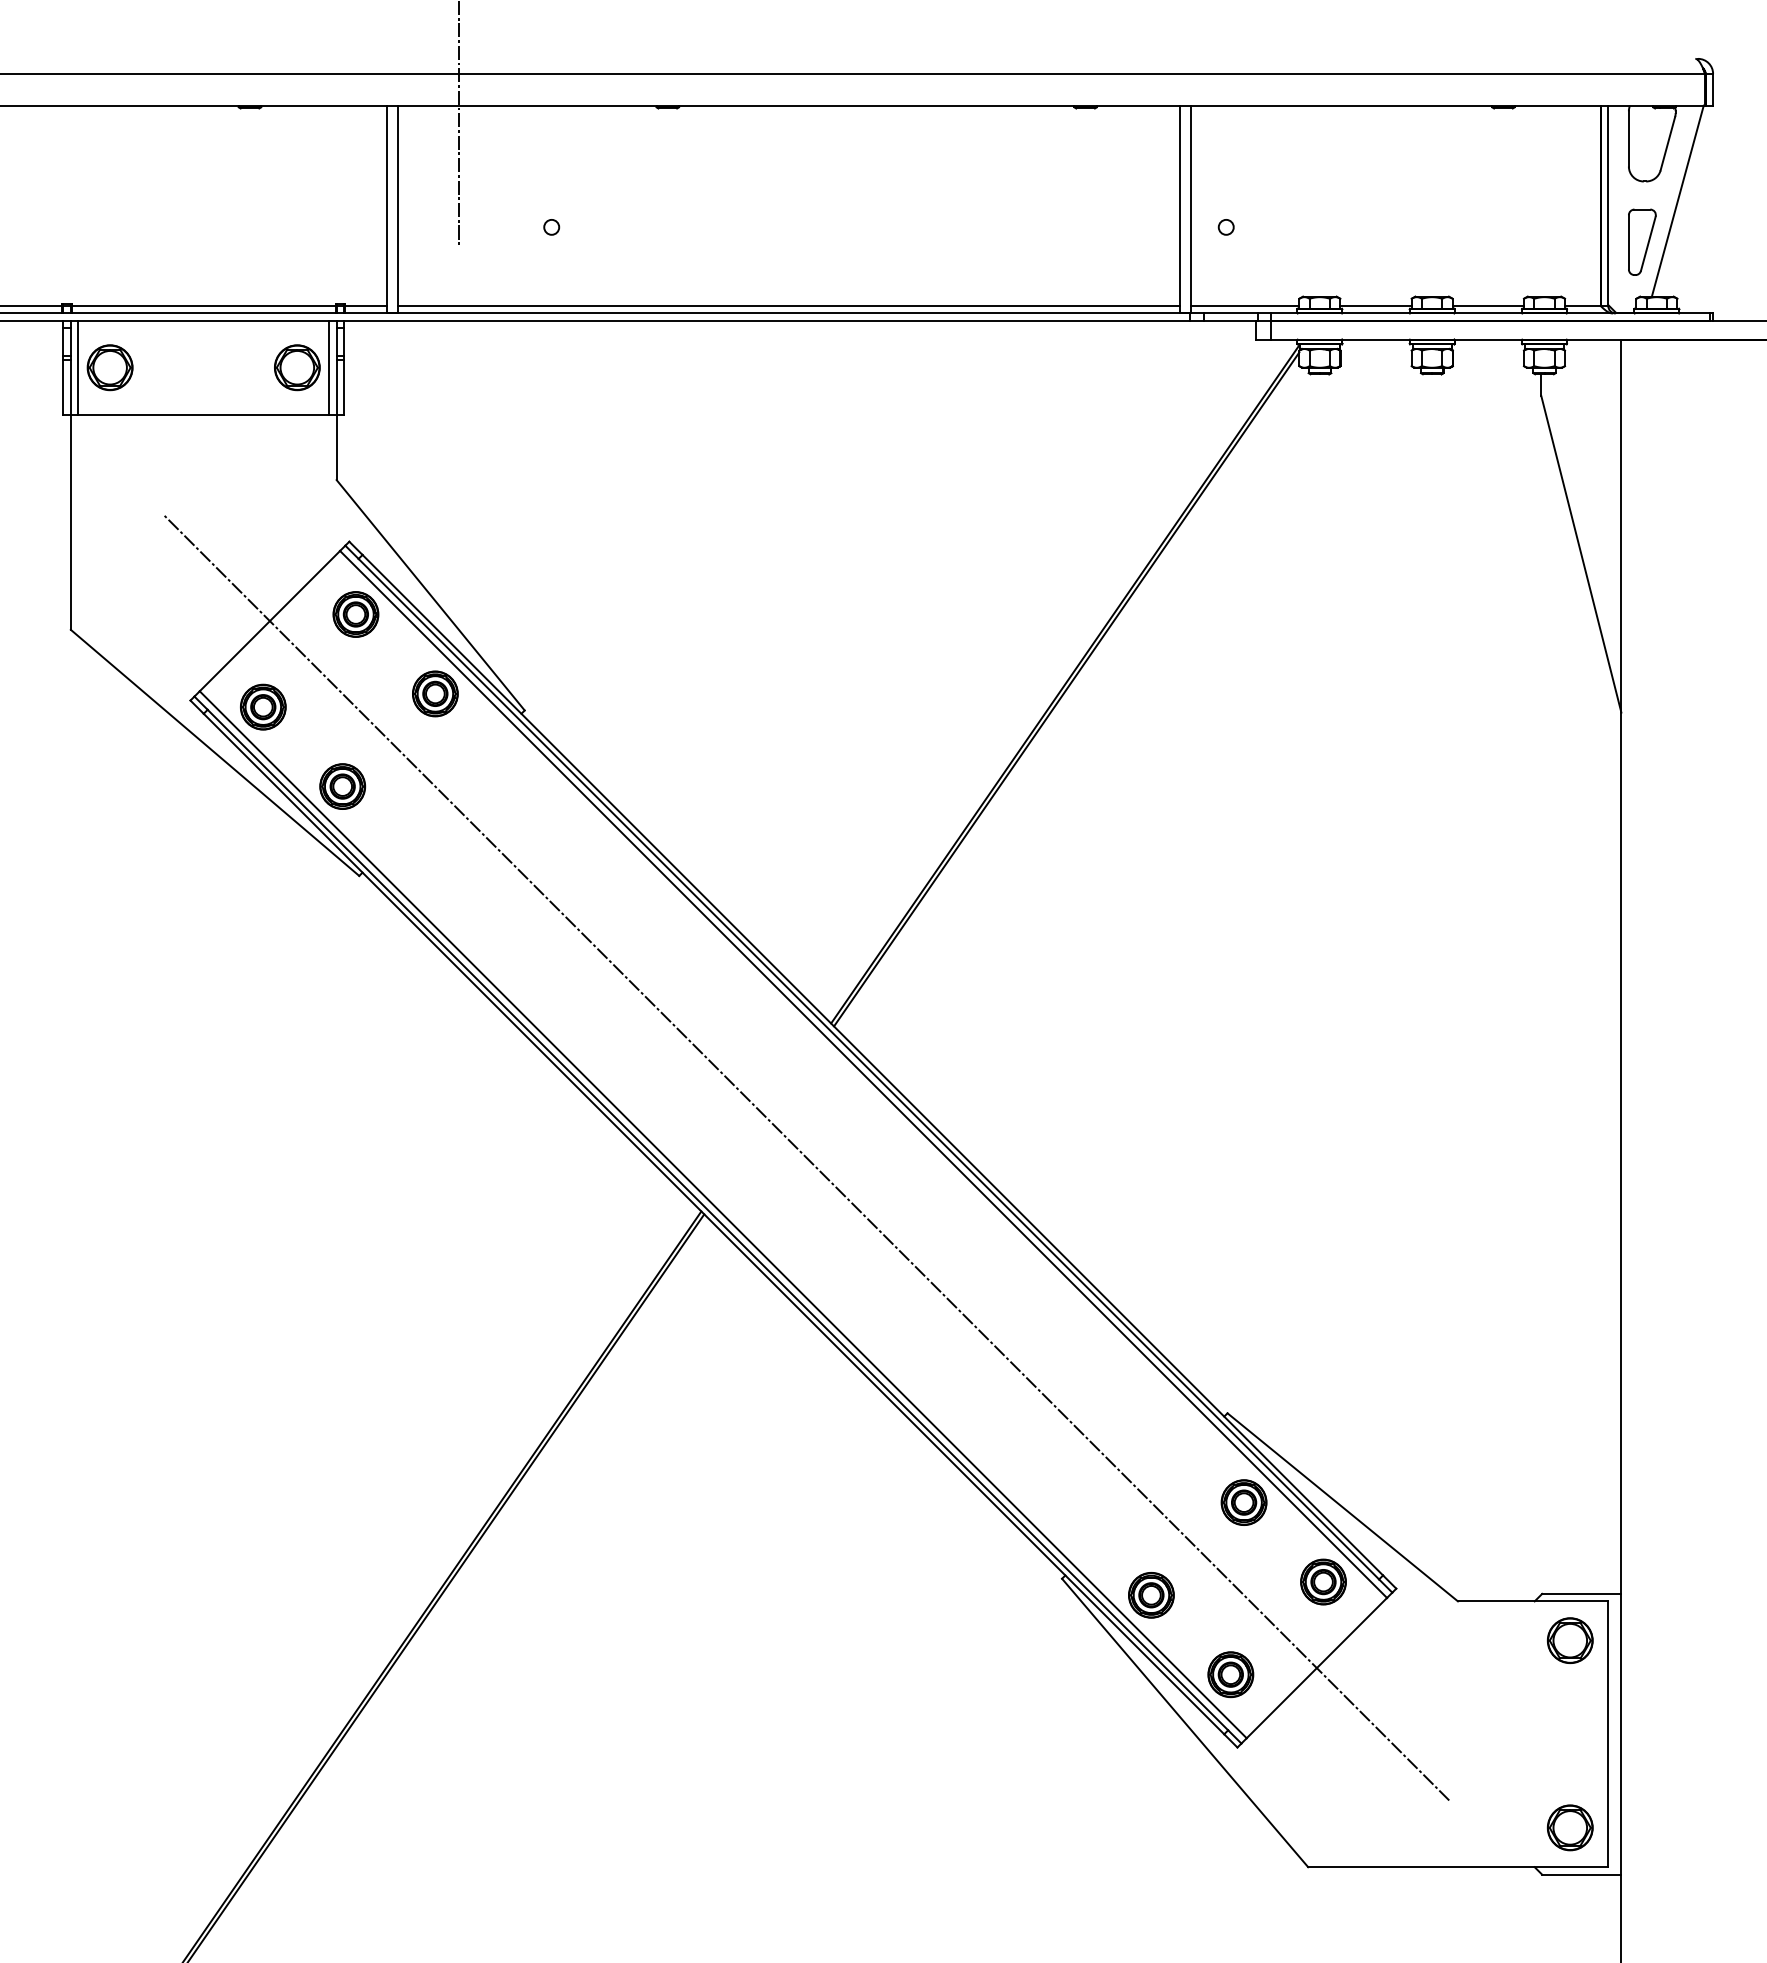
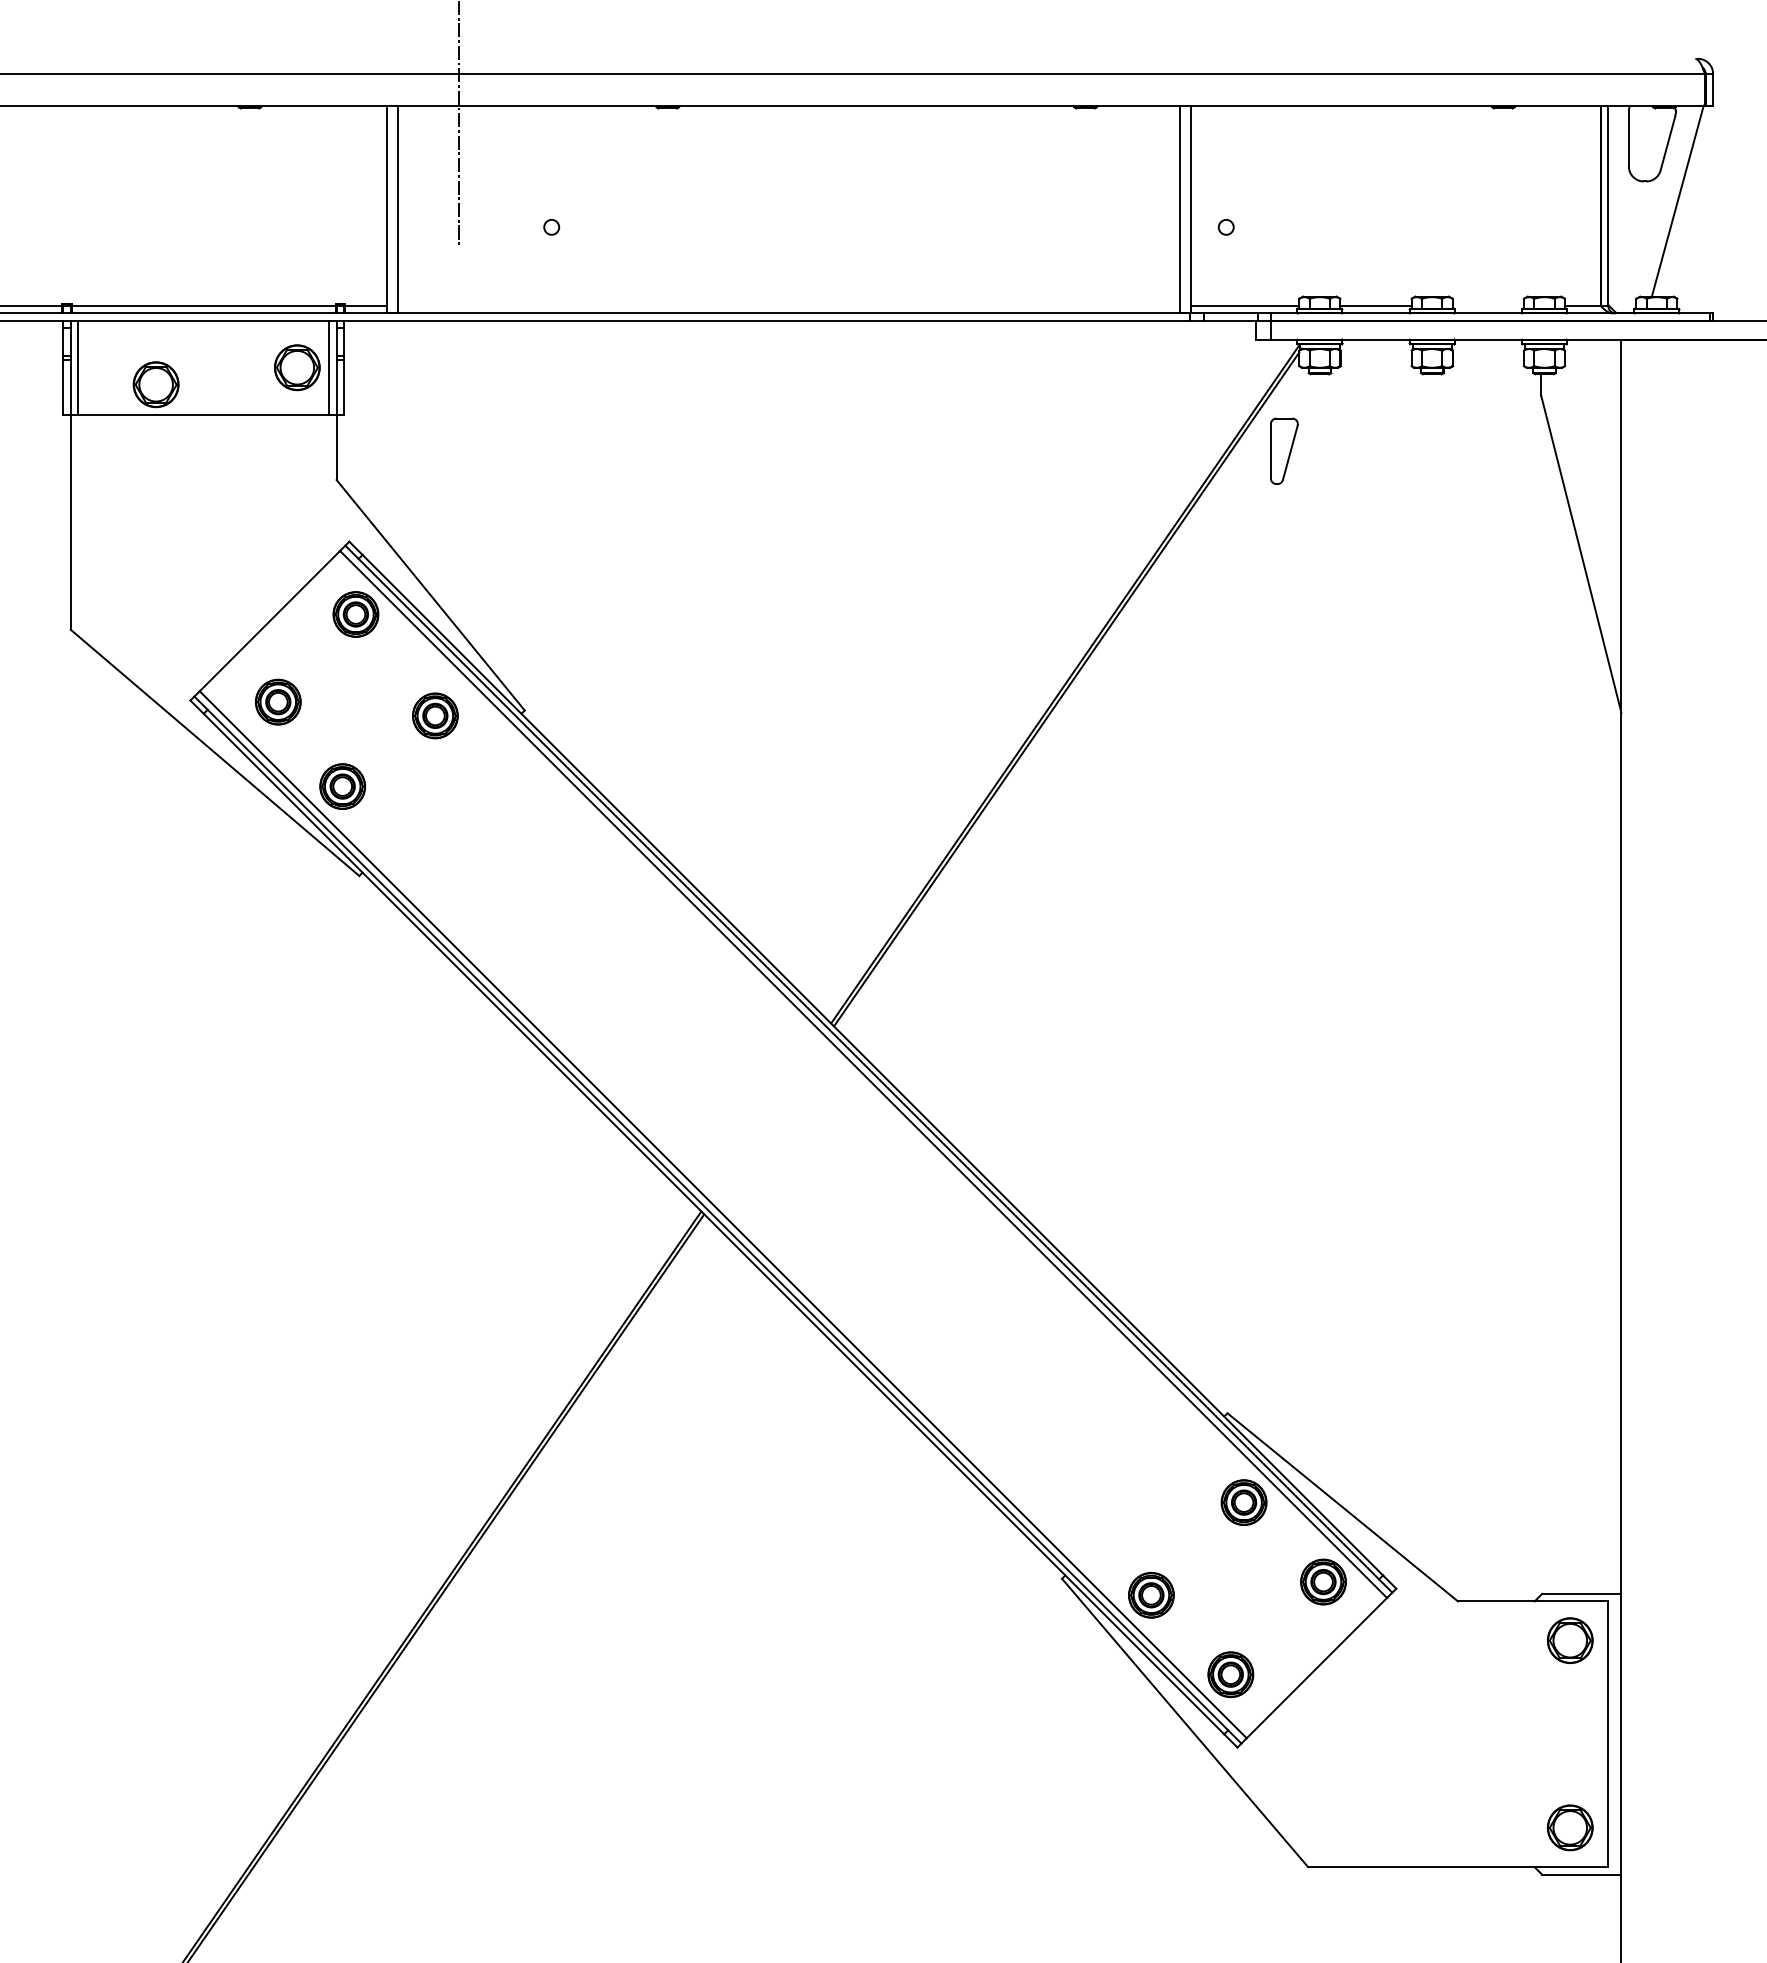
part at (1642, 241) position: (1642, 241) -> (1284, 450)
line at (788, 305): present -> none
line at (1487, 305): present -> none
part at (109, 367) position: (109, 367) -> (155, 384)
part at (435, 693) position: (435, 693) -> (435, 715)
part at (263, 706) position: (263, 706) -> (278, 701)
line at (806, 1157): present -> none
